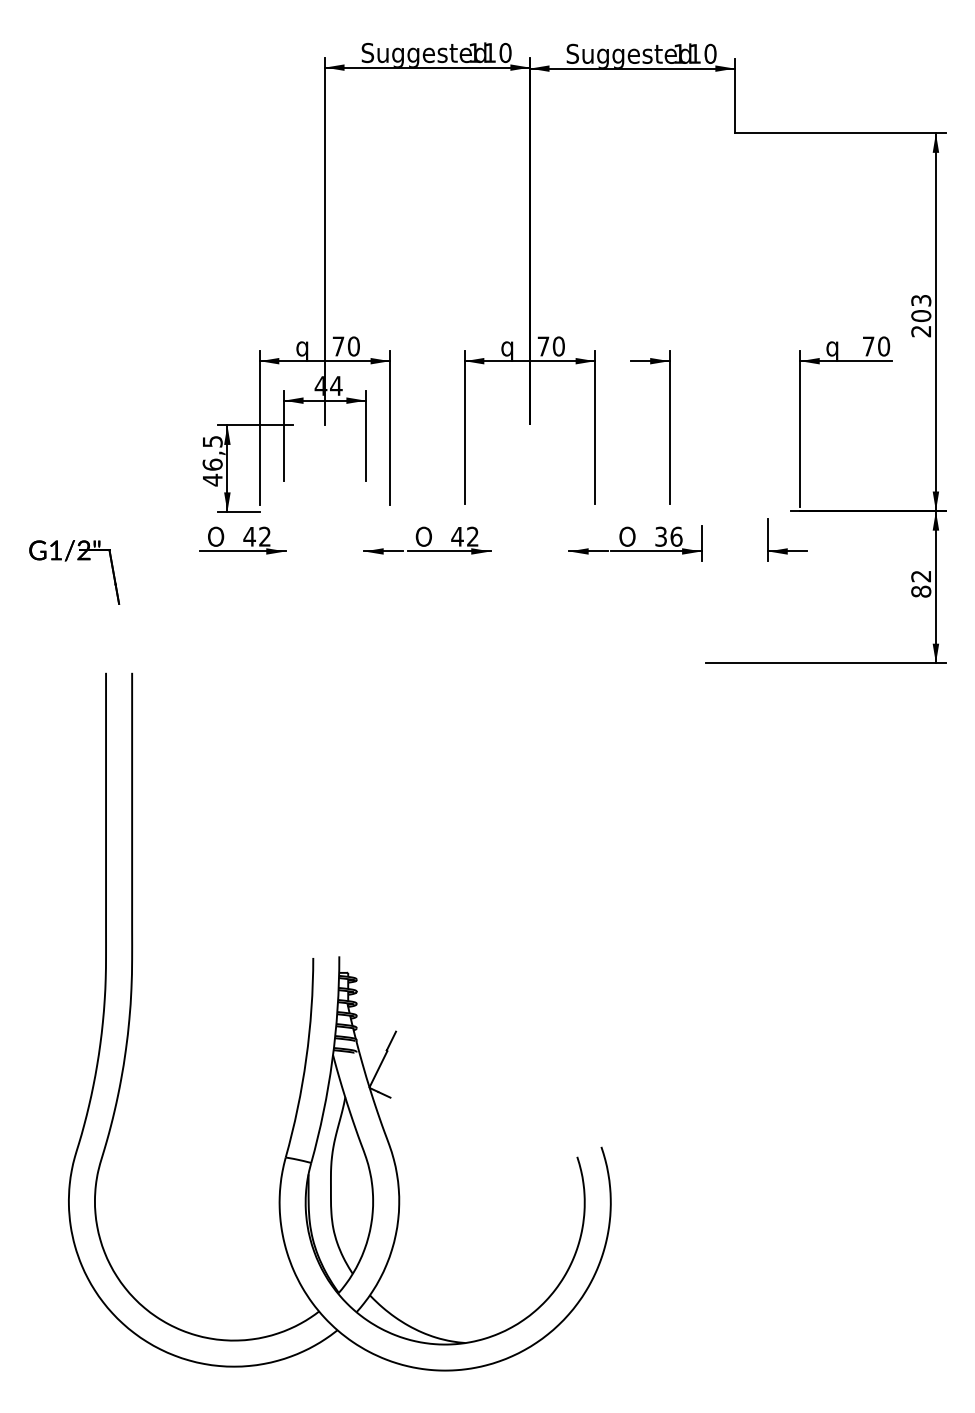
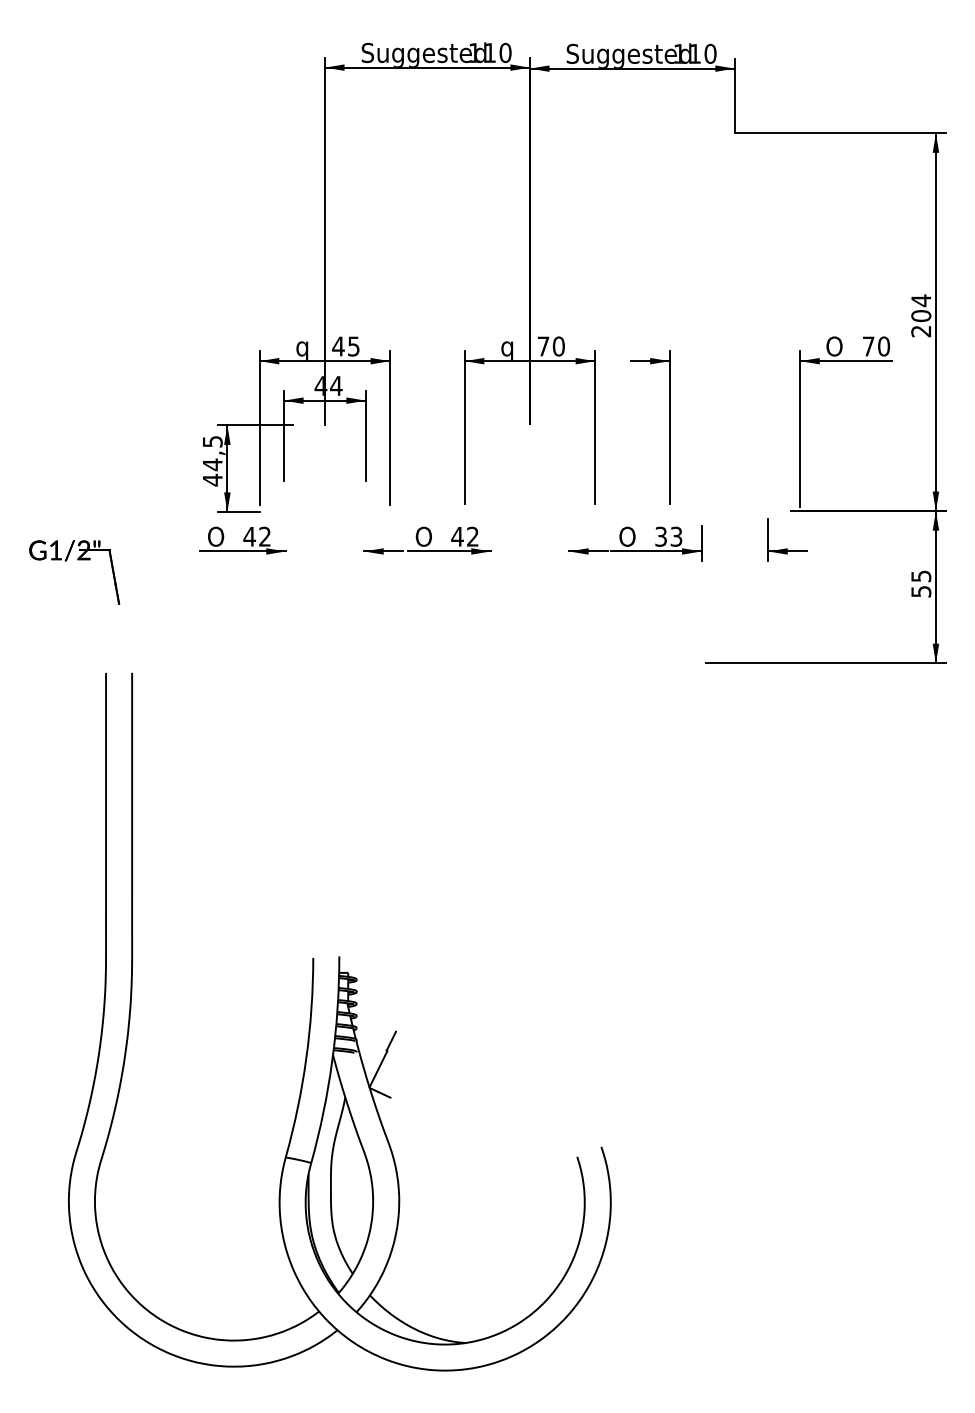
text at (921, 300): 203 -> 204
text at (345, 346): 70 -> 45
text at (834, 347): q -> O
text at (212, 464): 46,5 -> 44,5
text at (676, 536): 36 -> 33
text at (921, 583): 82 -> 55
